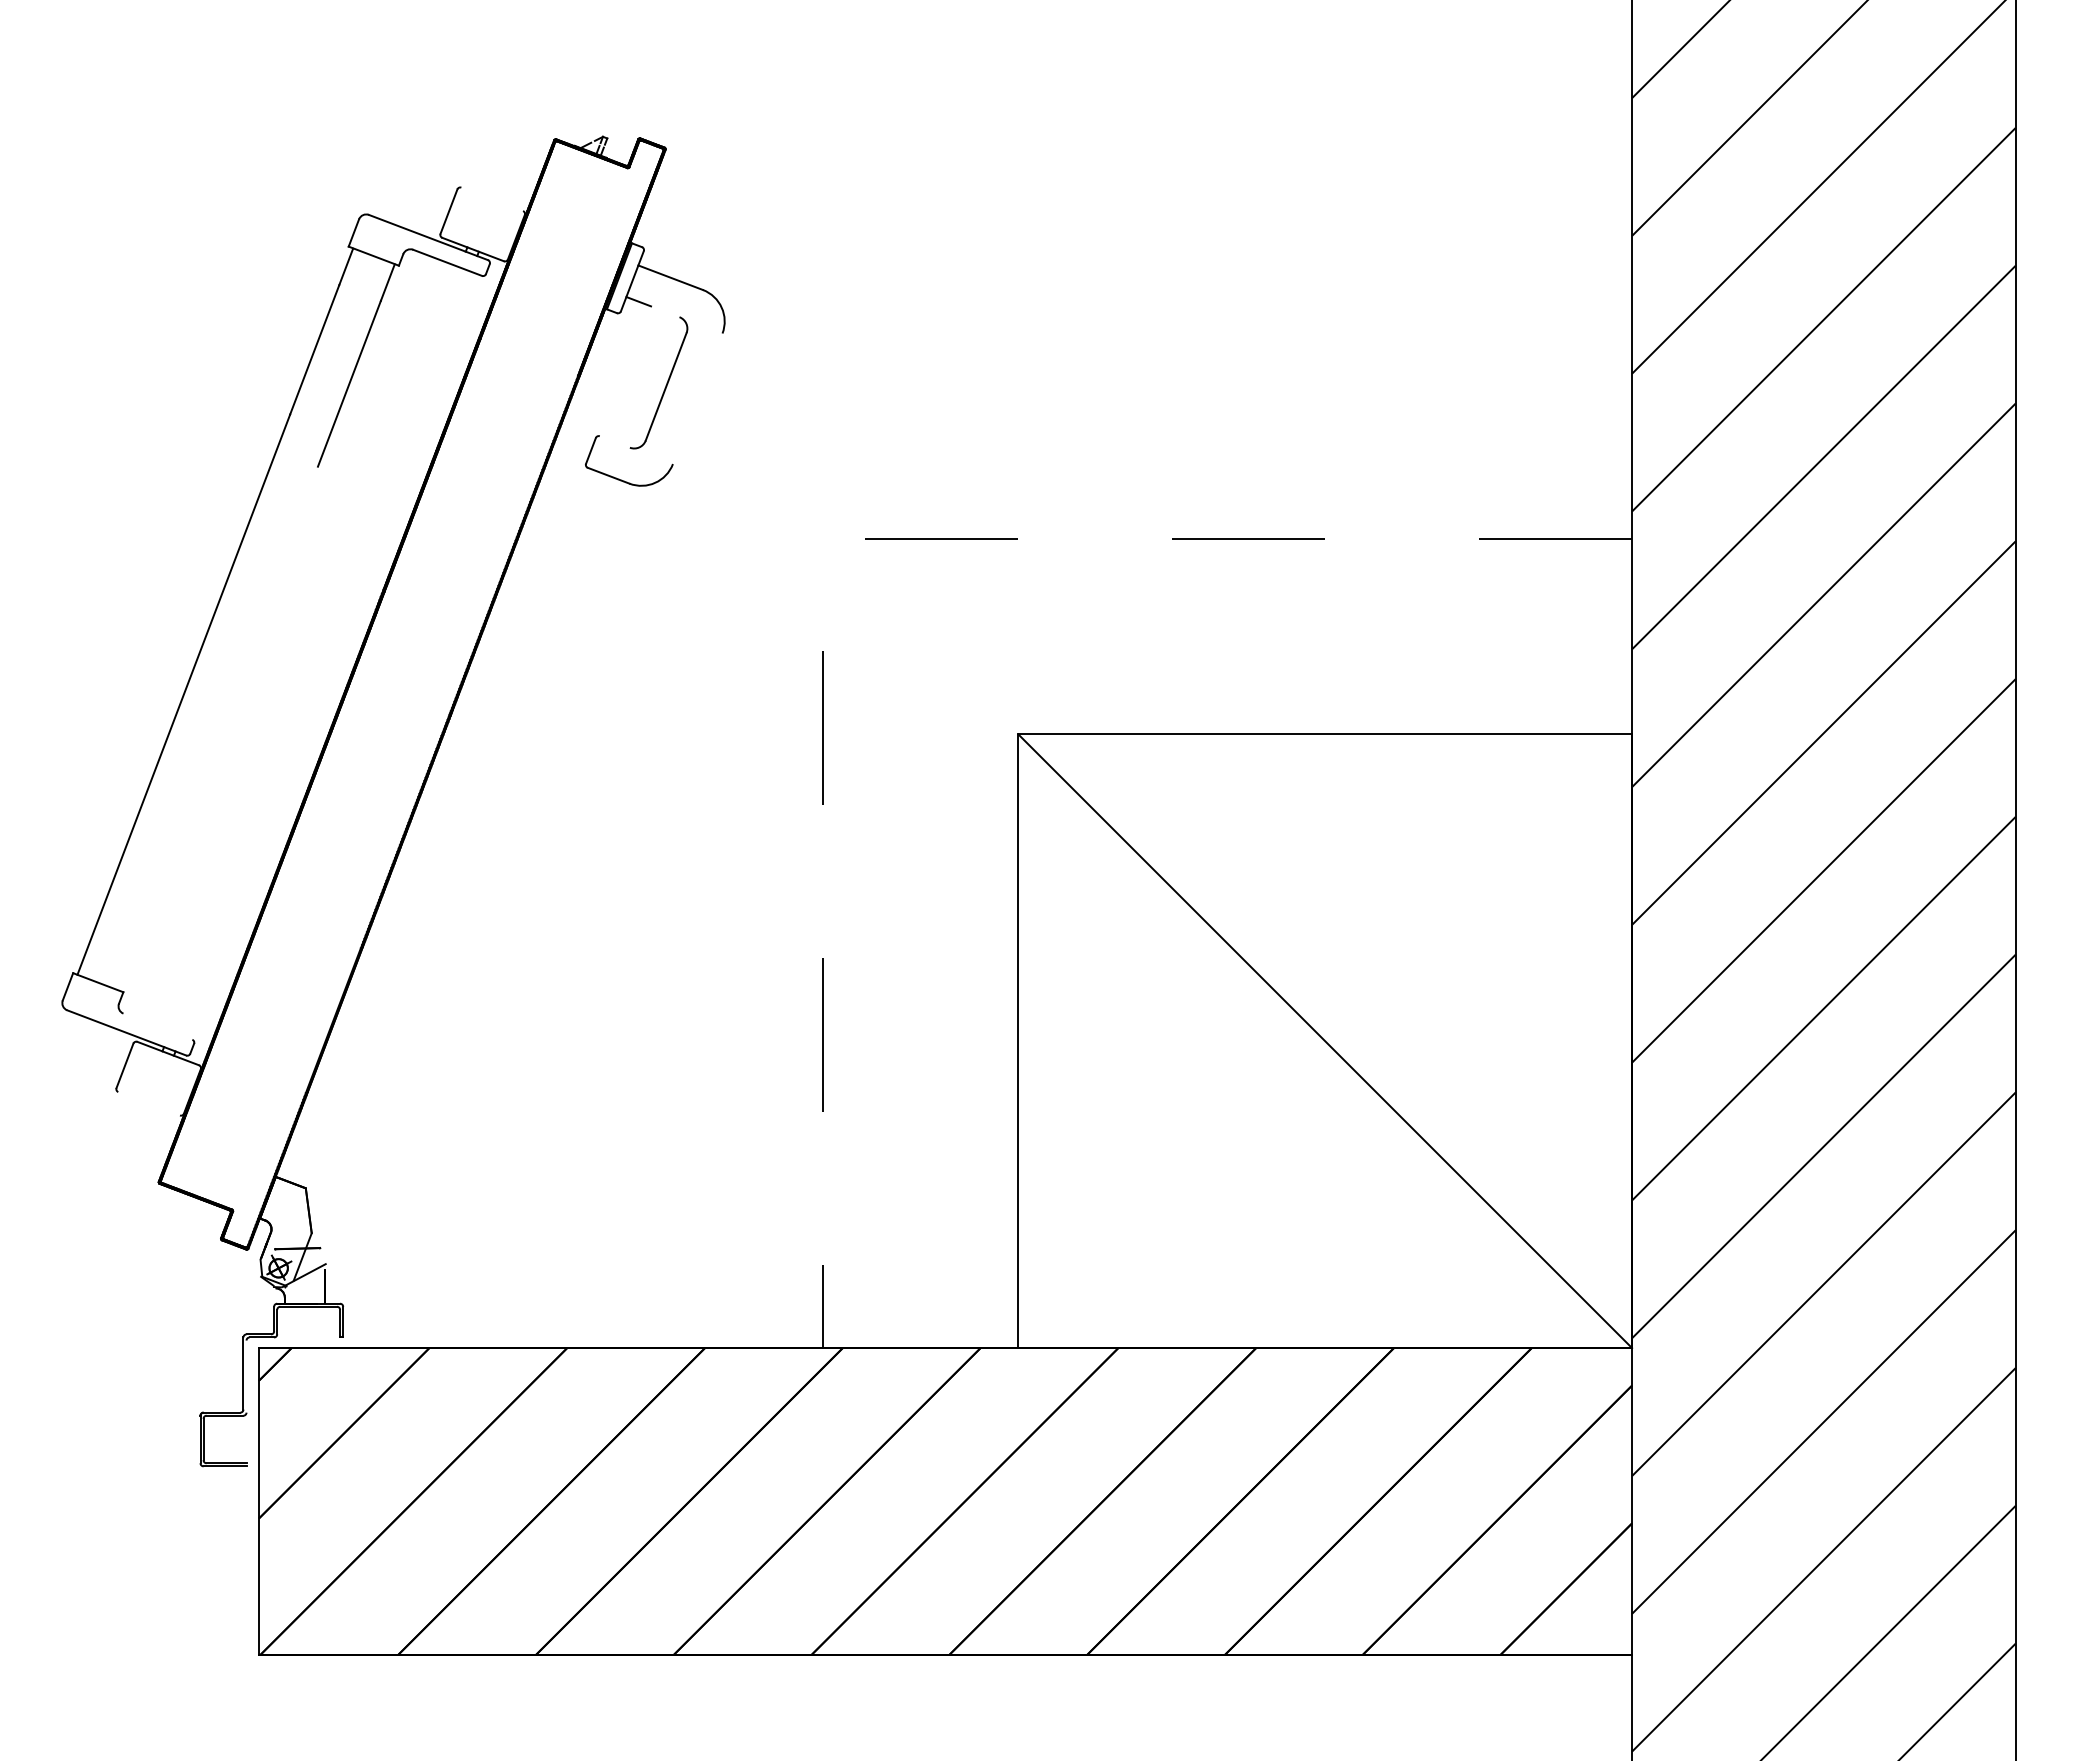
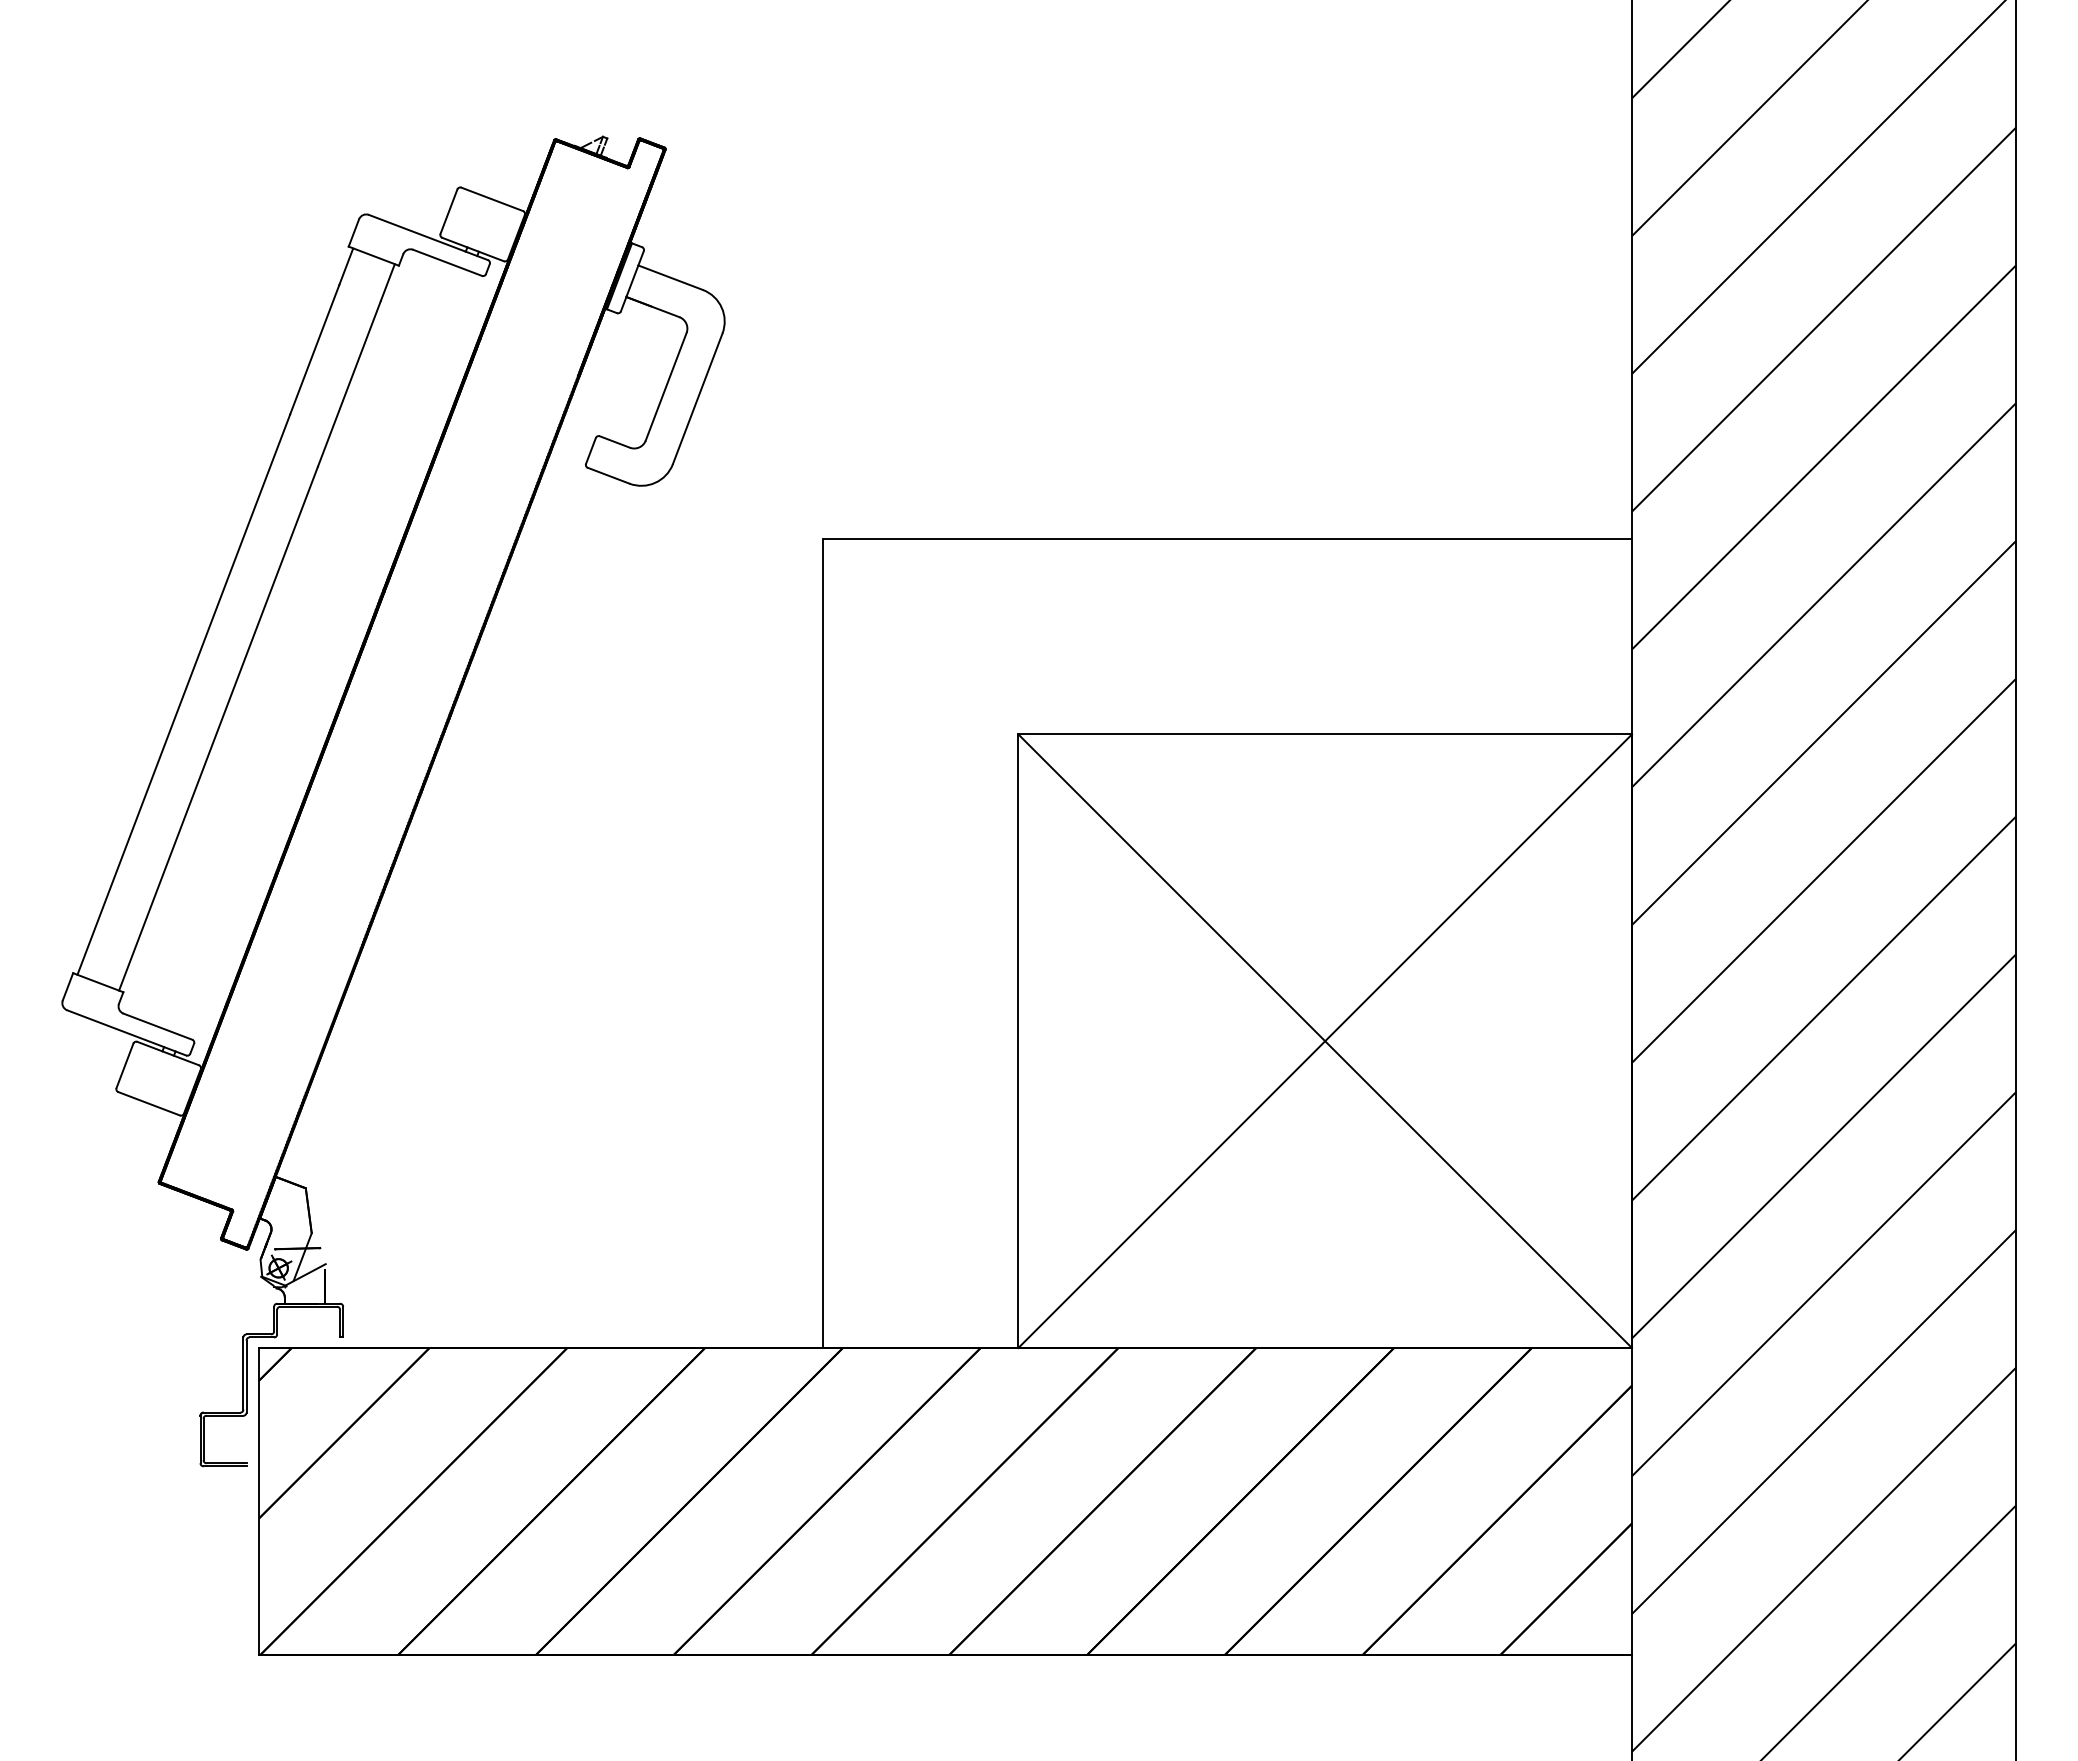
line at (492, 199): none -> present
line at (652, 307): none -> present
line at (697, 398): none -> present
line at (614, 441): none -> present
line at (823, 539): dashed -> solid
line at (218, 728): none -> present
line at (157, 1026): none -> present
line at (1325, 1041): none -> present
line at (149, 1103): none -> present
line at (246, 1376): none -> present
